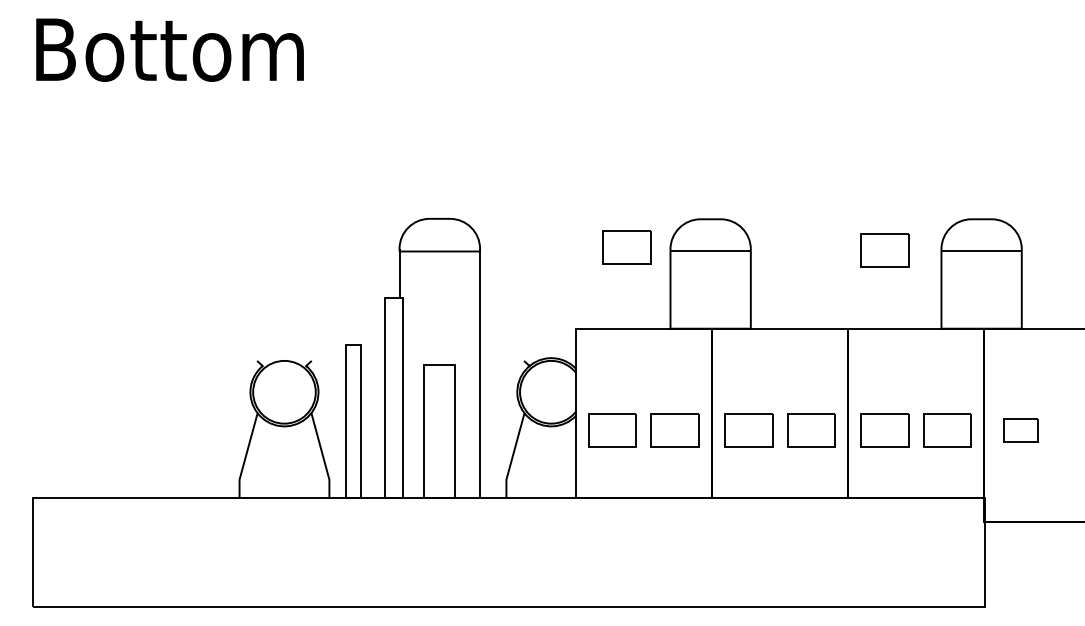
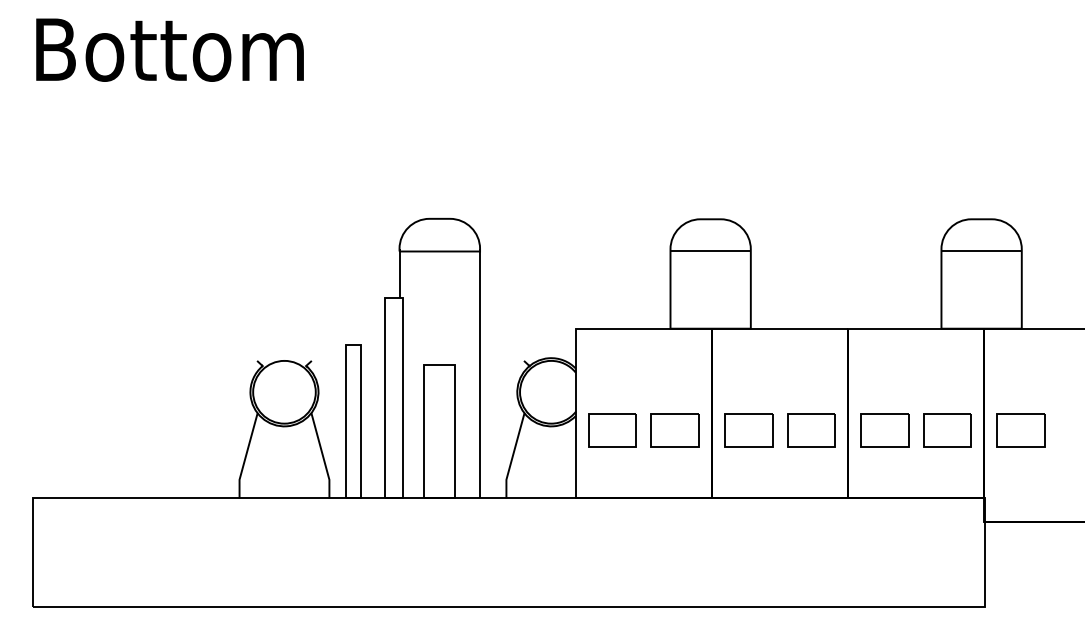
part at (626, 247): present -> none
part at (884, 250): present -> none
part at (1020, 430) size: 36x25 px -> 50x35 px
